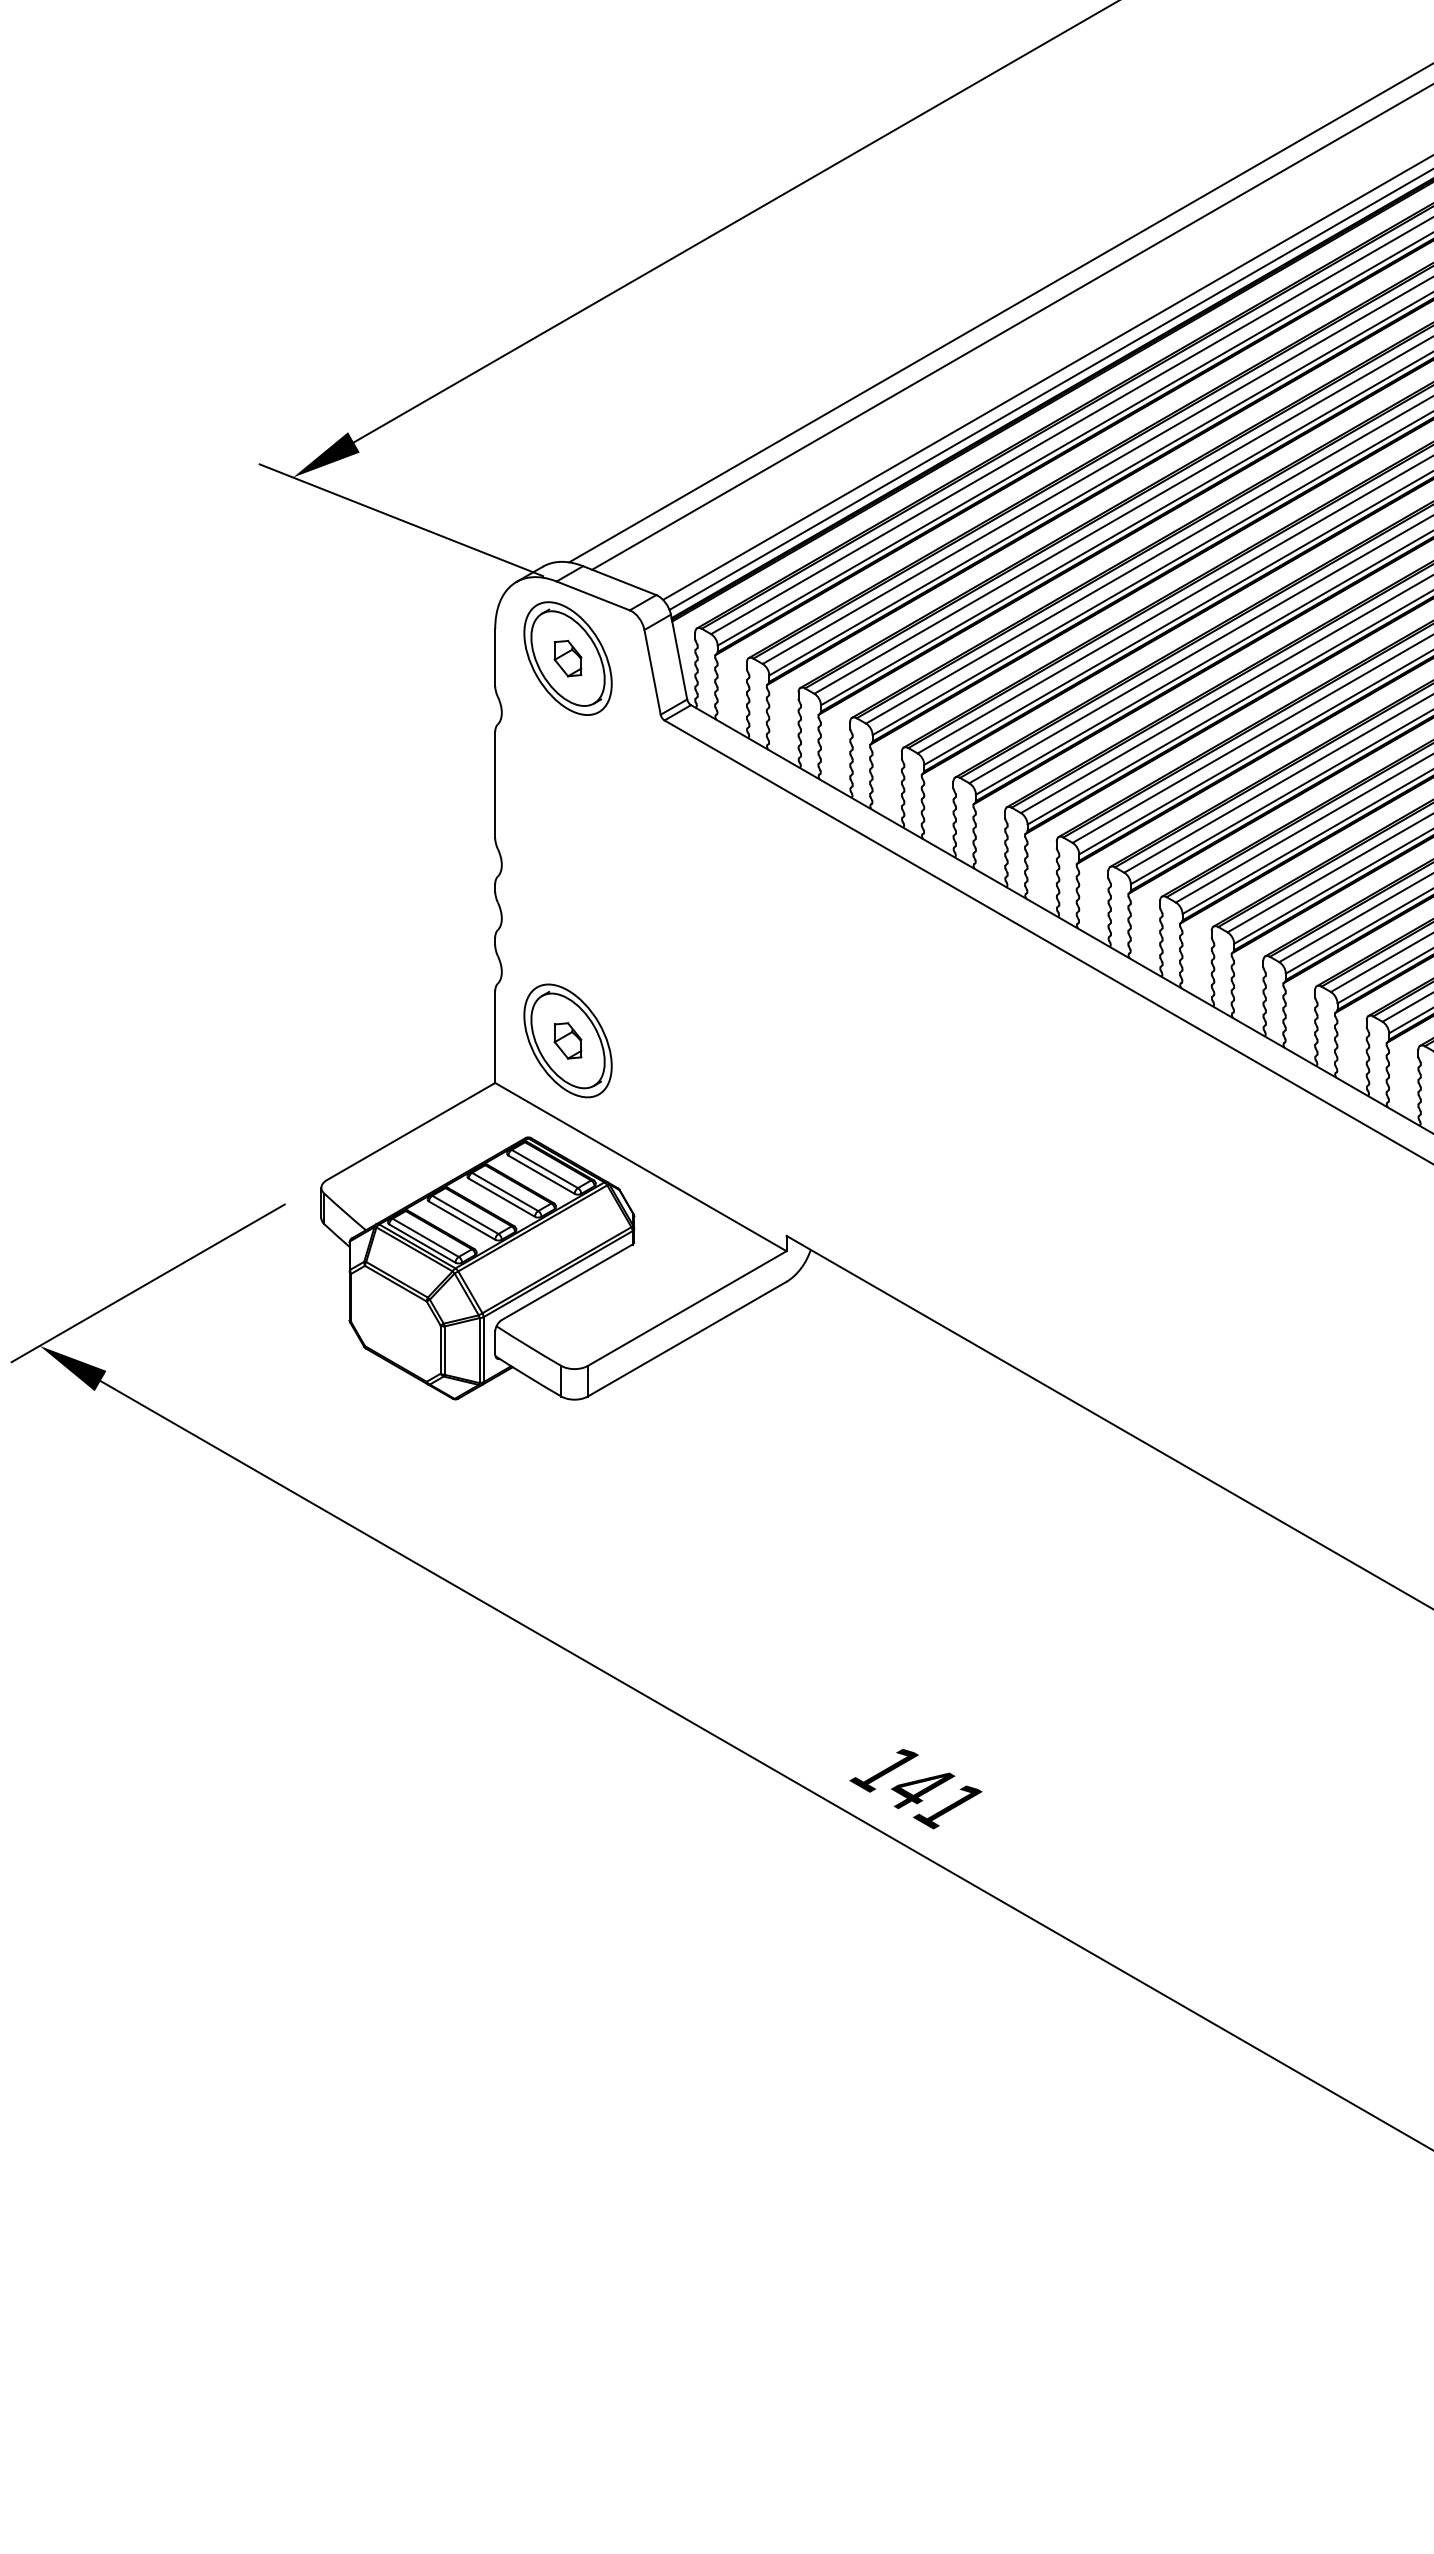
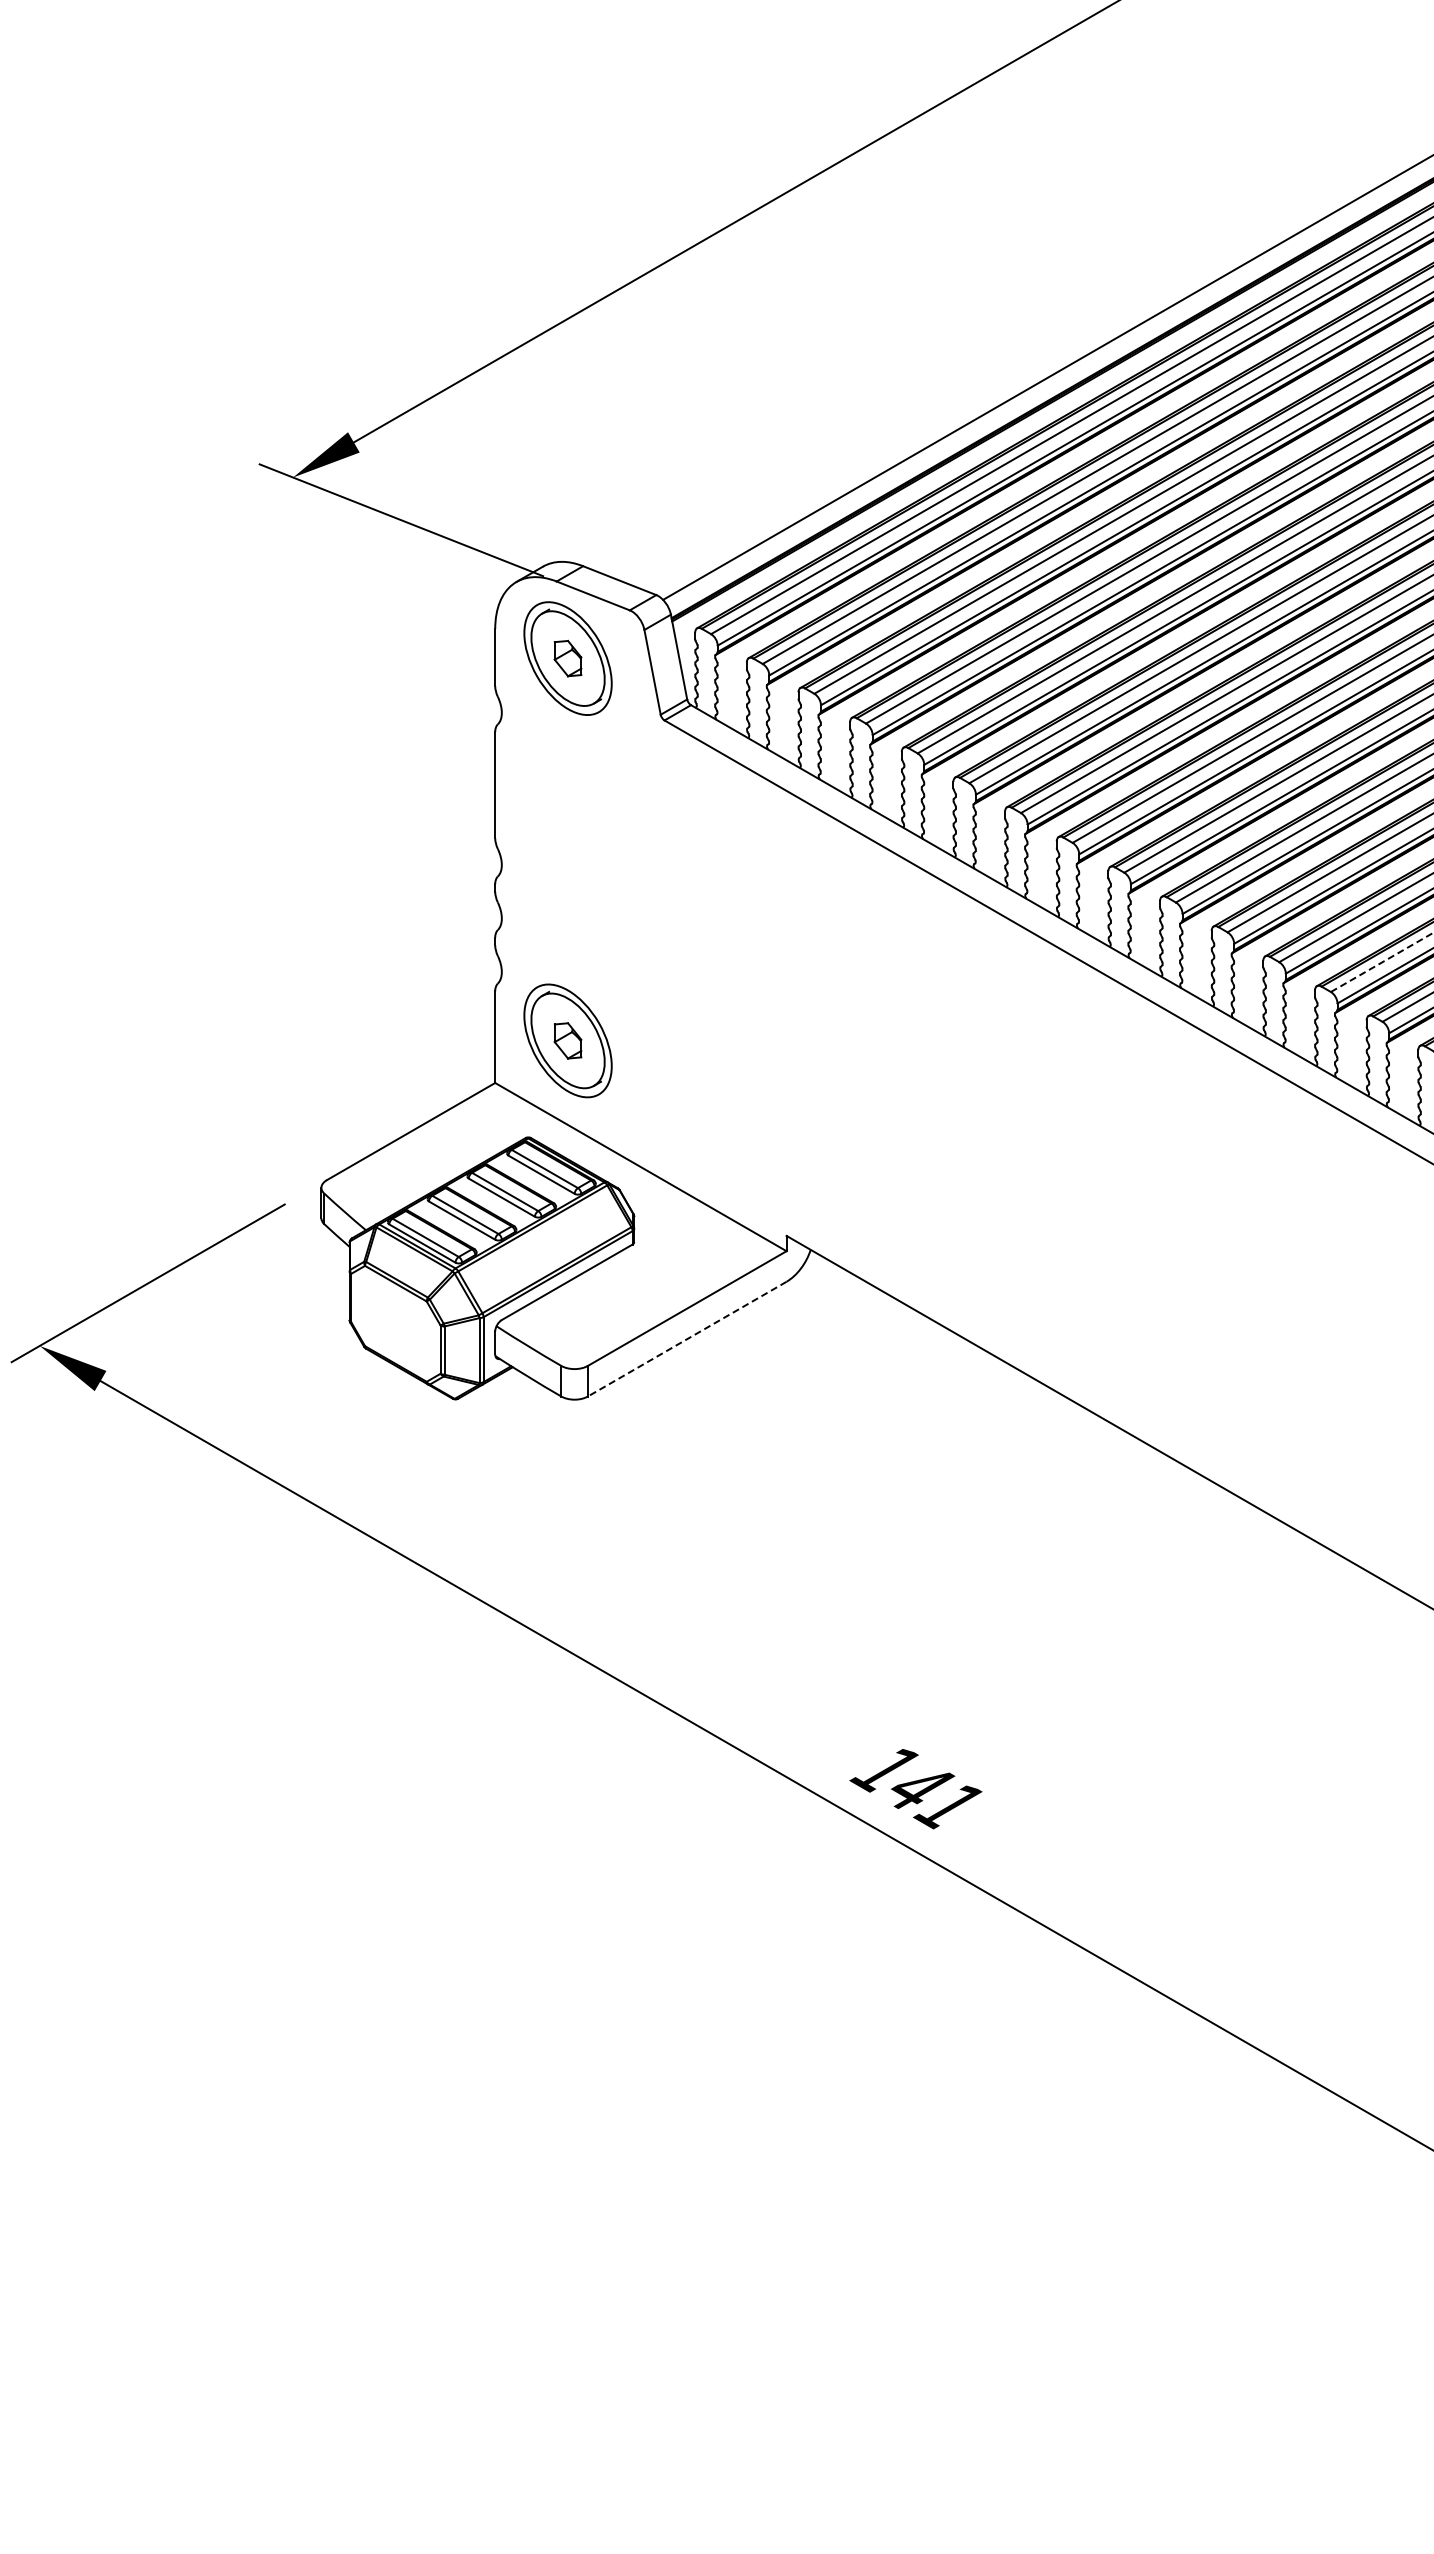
line at (999, 313): present -> none
line at (1011, 327): present -> none
line at (1049, 389): present -> none
line at (1382, 962): solid -> dashed
line at (687, 1339): solid -> dashed
